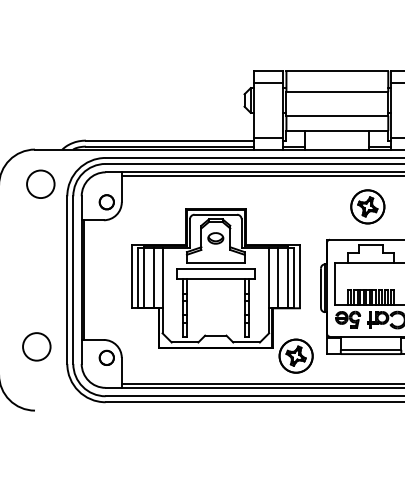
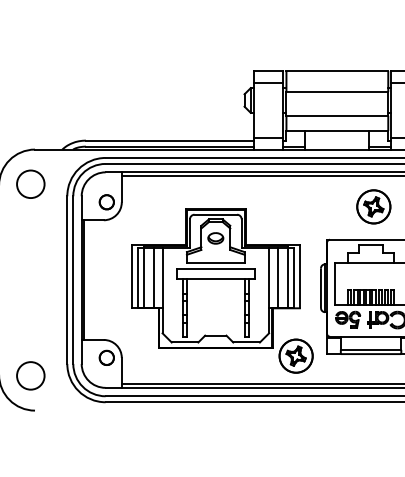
circle at (40, 183) position: (40, 183) -> (30, 183)
part at (367, 206) position: (367, 206) -> (373, 206)
circle at (36, 346) position: (36, 346) -> (30, 375)
